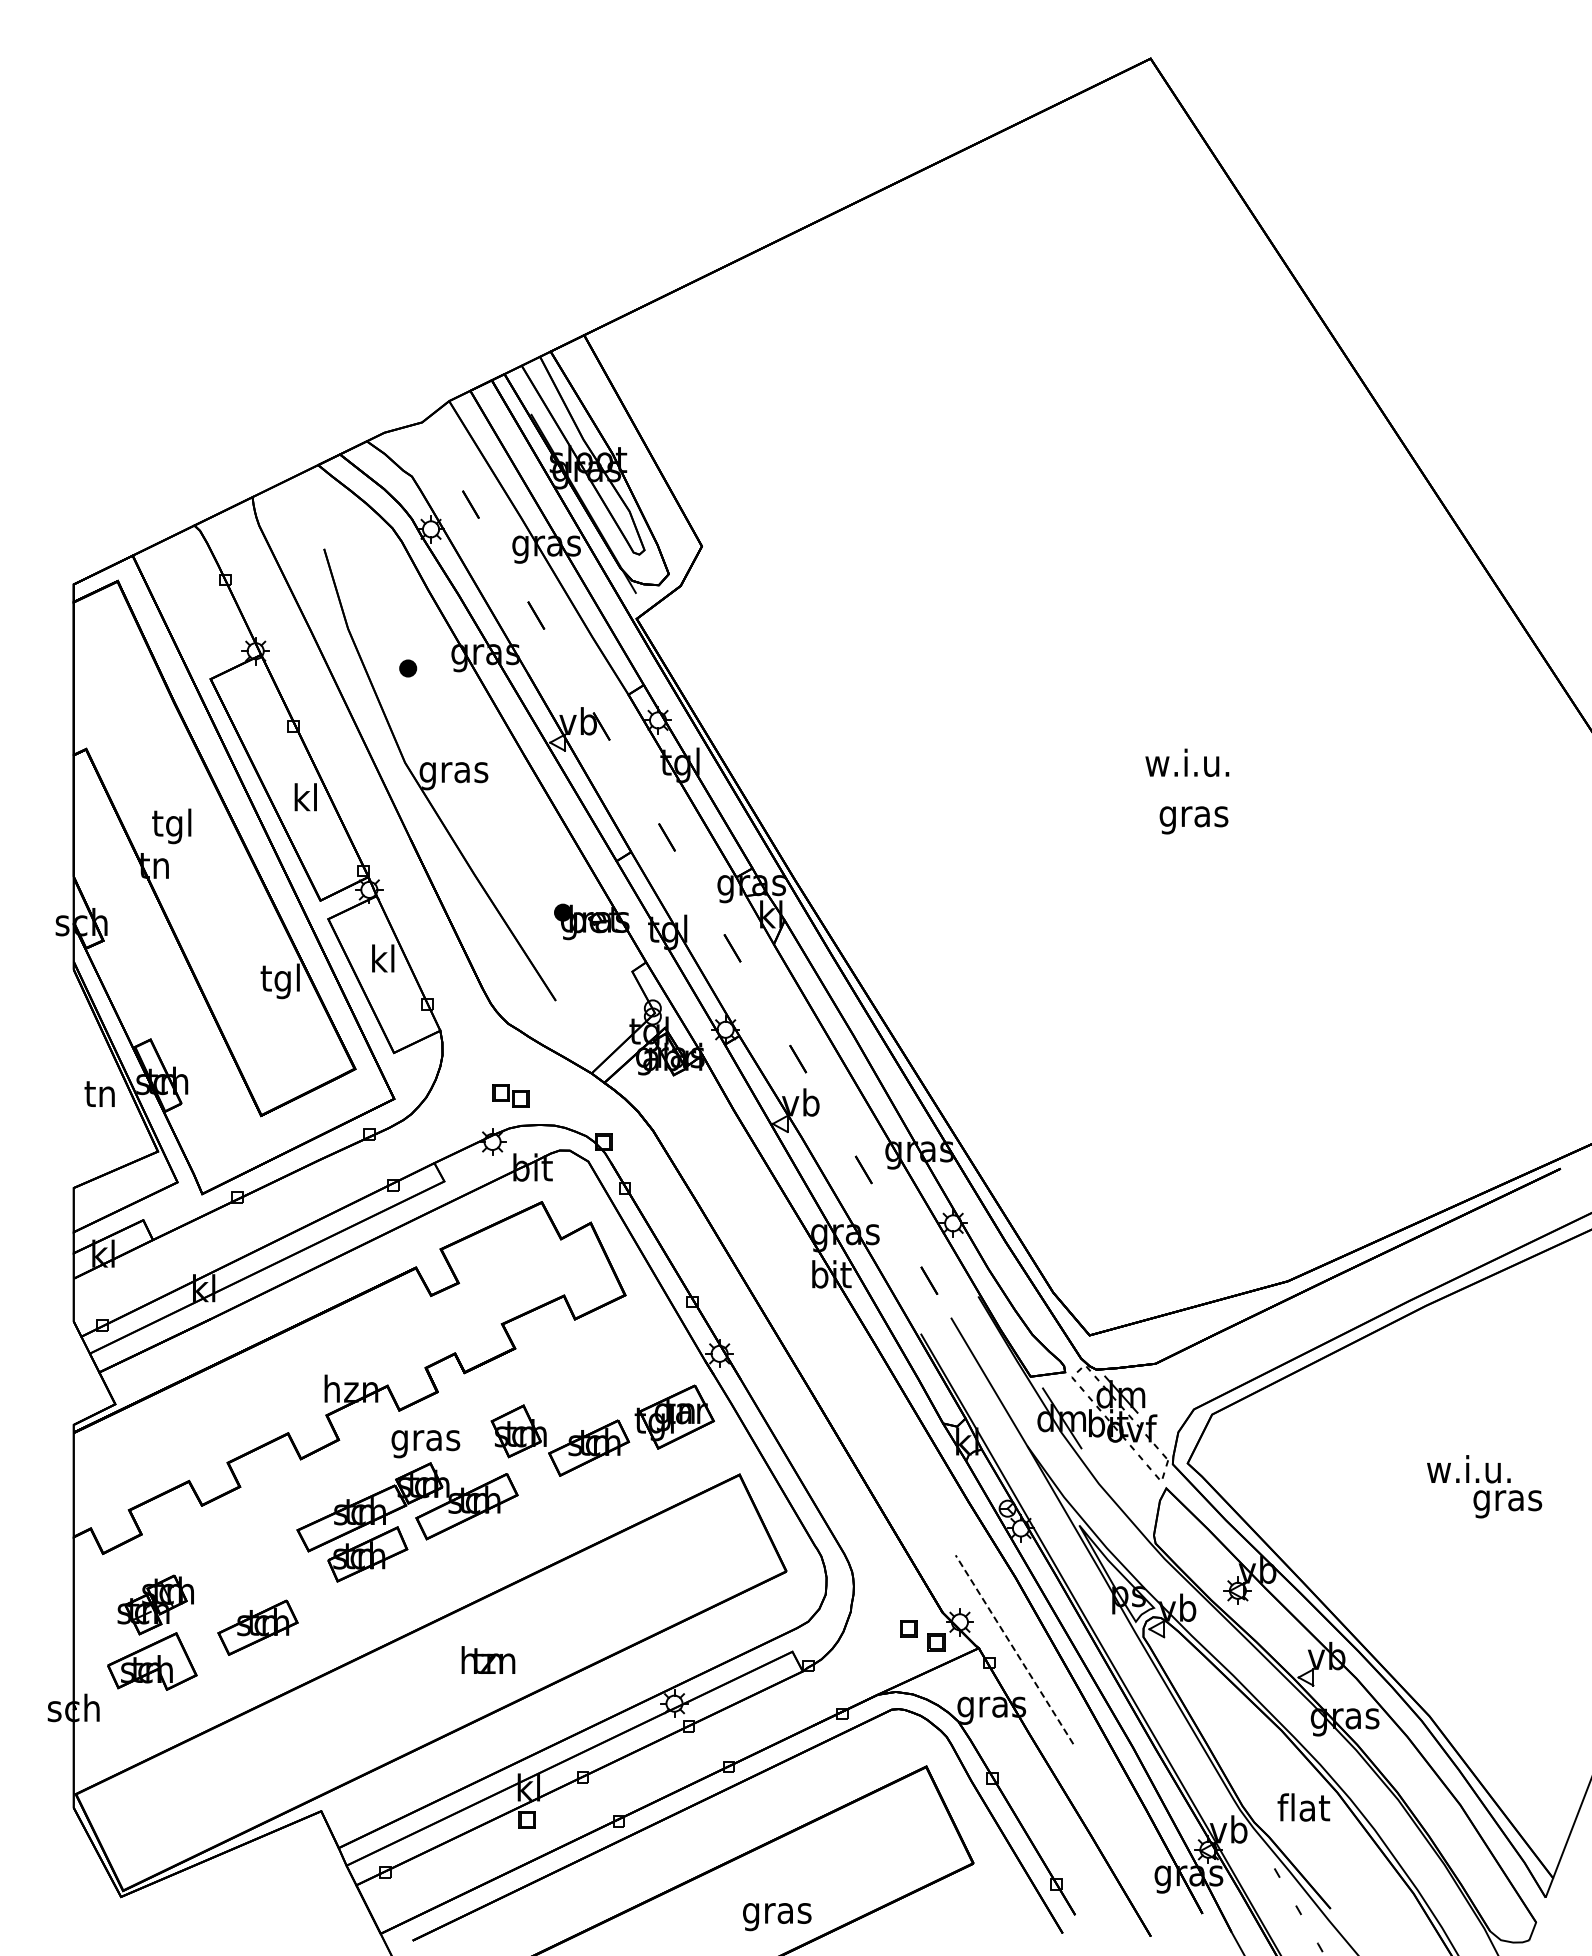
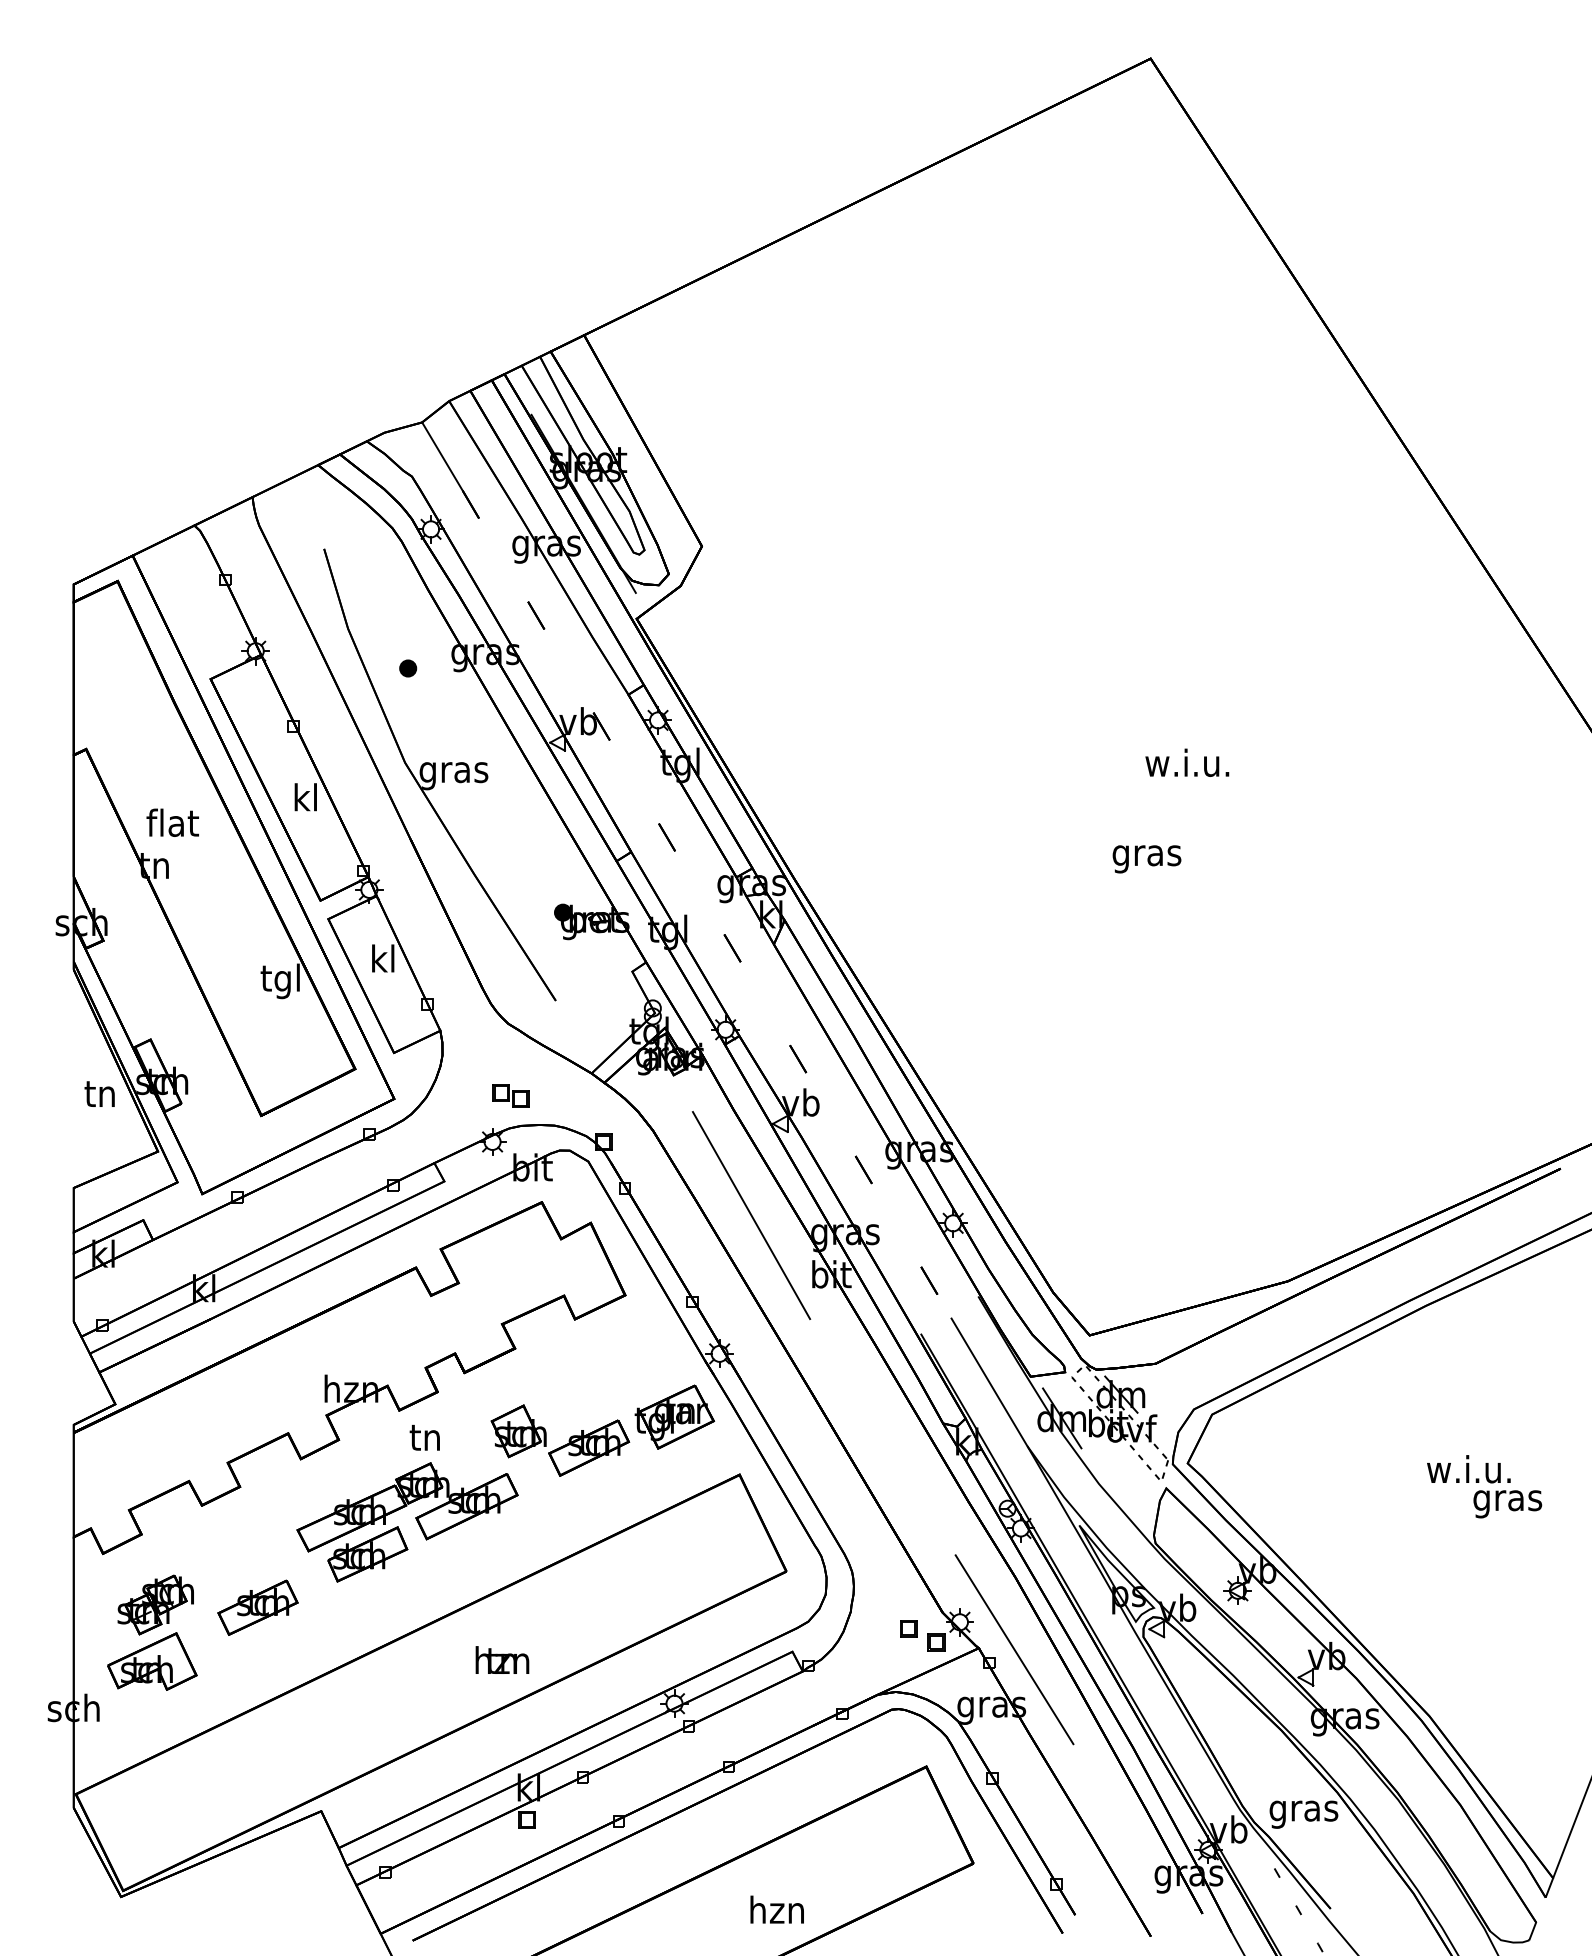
line at (442, 456): none -> present
text at (1193, 820) position: (1193, 820) -> (1146, 859)
text at (172, 826): tgl -> flat
line at (751, 1215): none -> present
text at (425, 1441): gras -> tn
part at (257, 1627) position: (257, 1627) -> (257, 1607)
line at (1014, 1649): dashed -> solid
text at (488, 1659) position: (488, 1659) -> (502, 1659)
text at (1303, 1810): flat -> gras
text at (777, 1913): gras -> hzn
